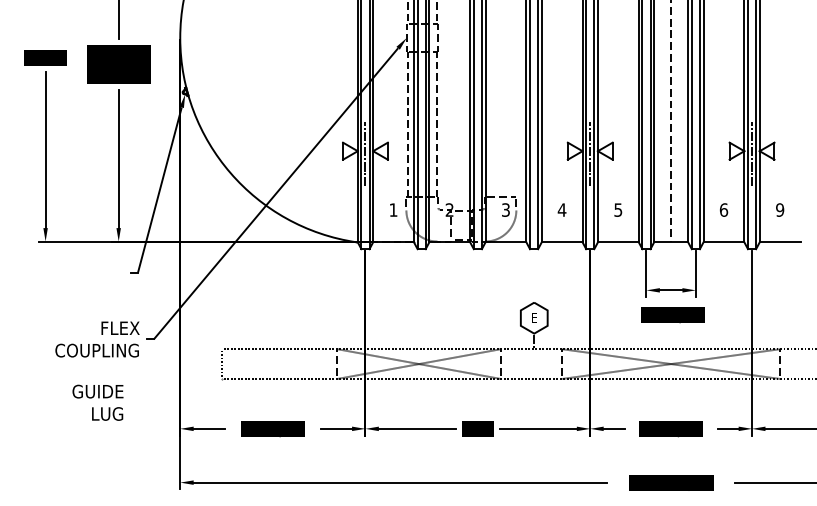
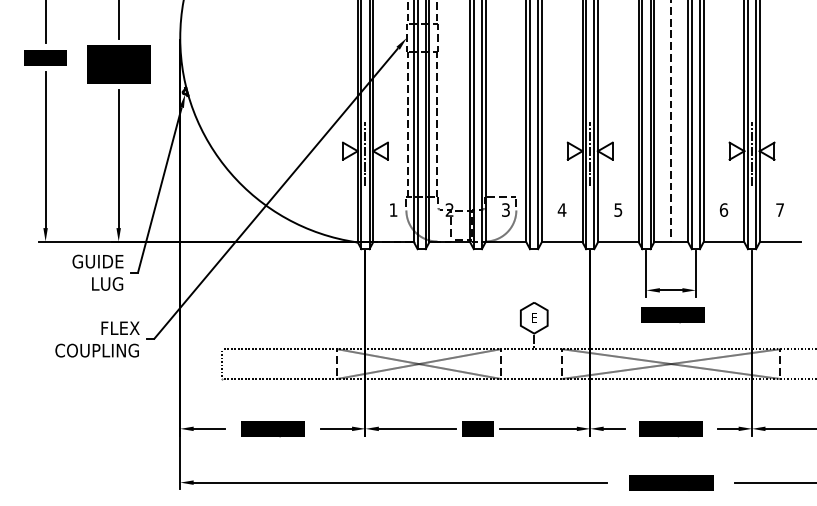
line at (45, 22): none -> present
text at (780, 209): 9 -> 7
text at (97, 402) position: (97, 402) -> (97, 272)
